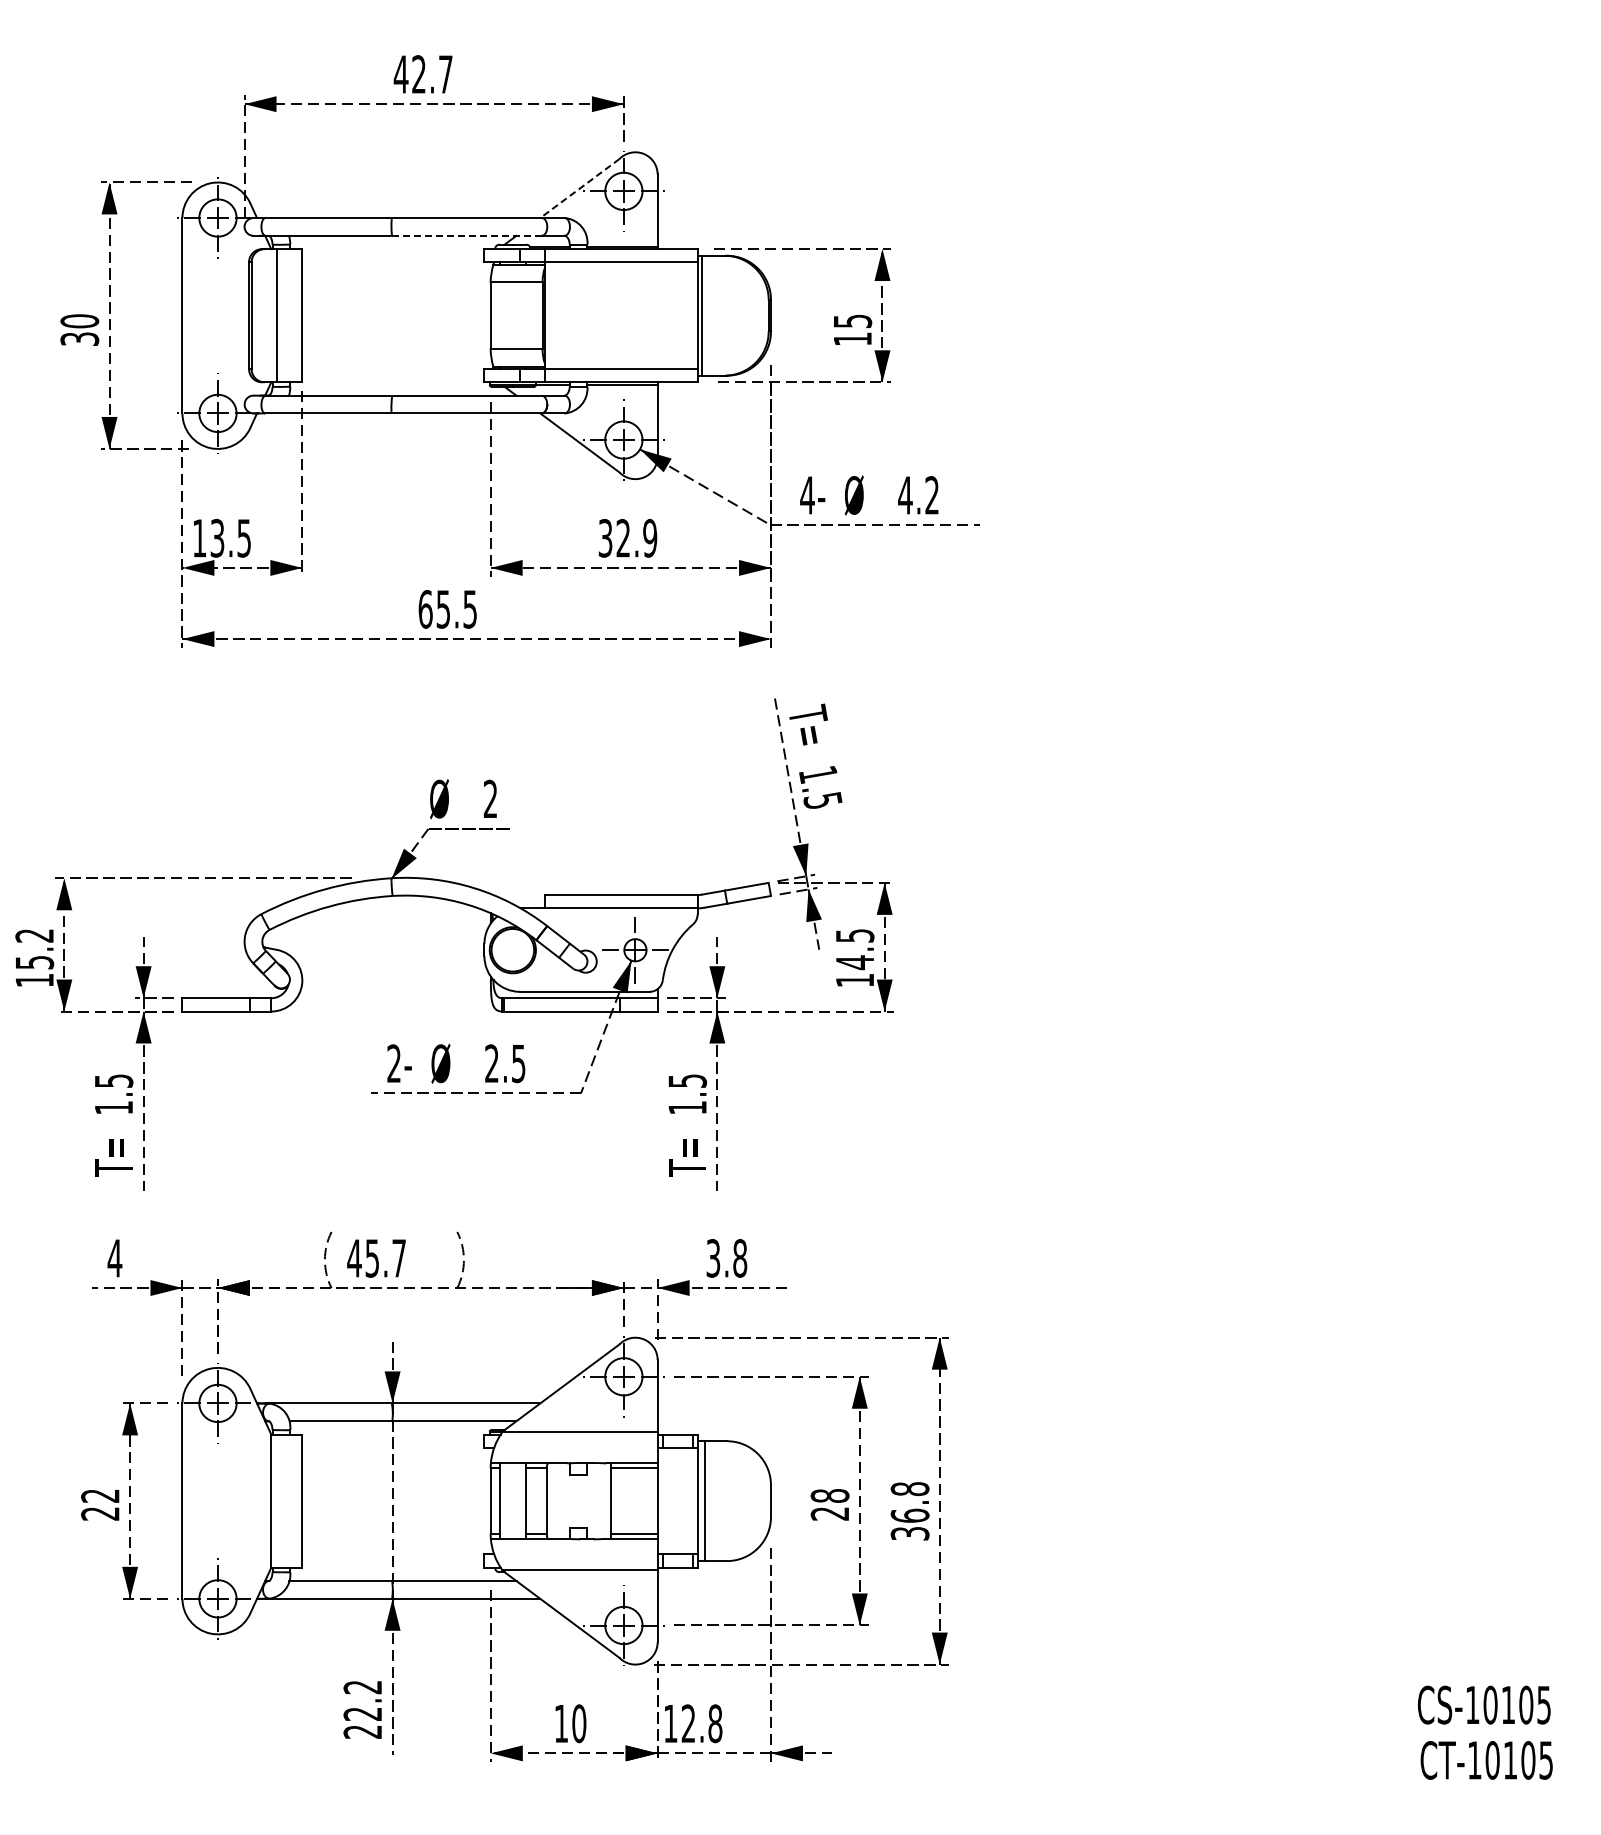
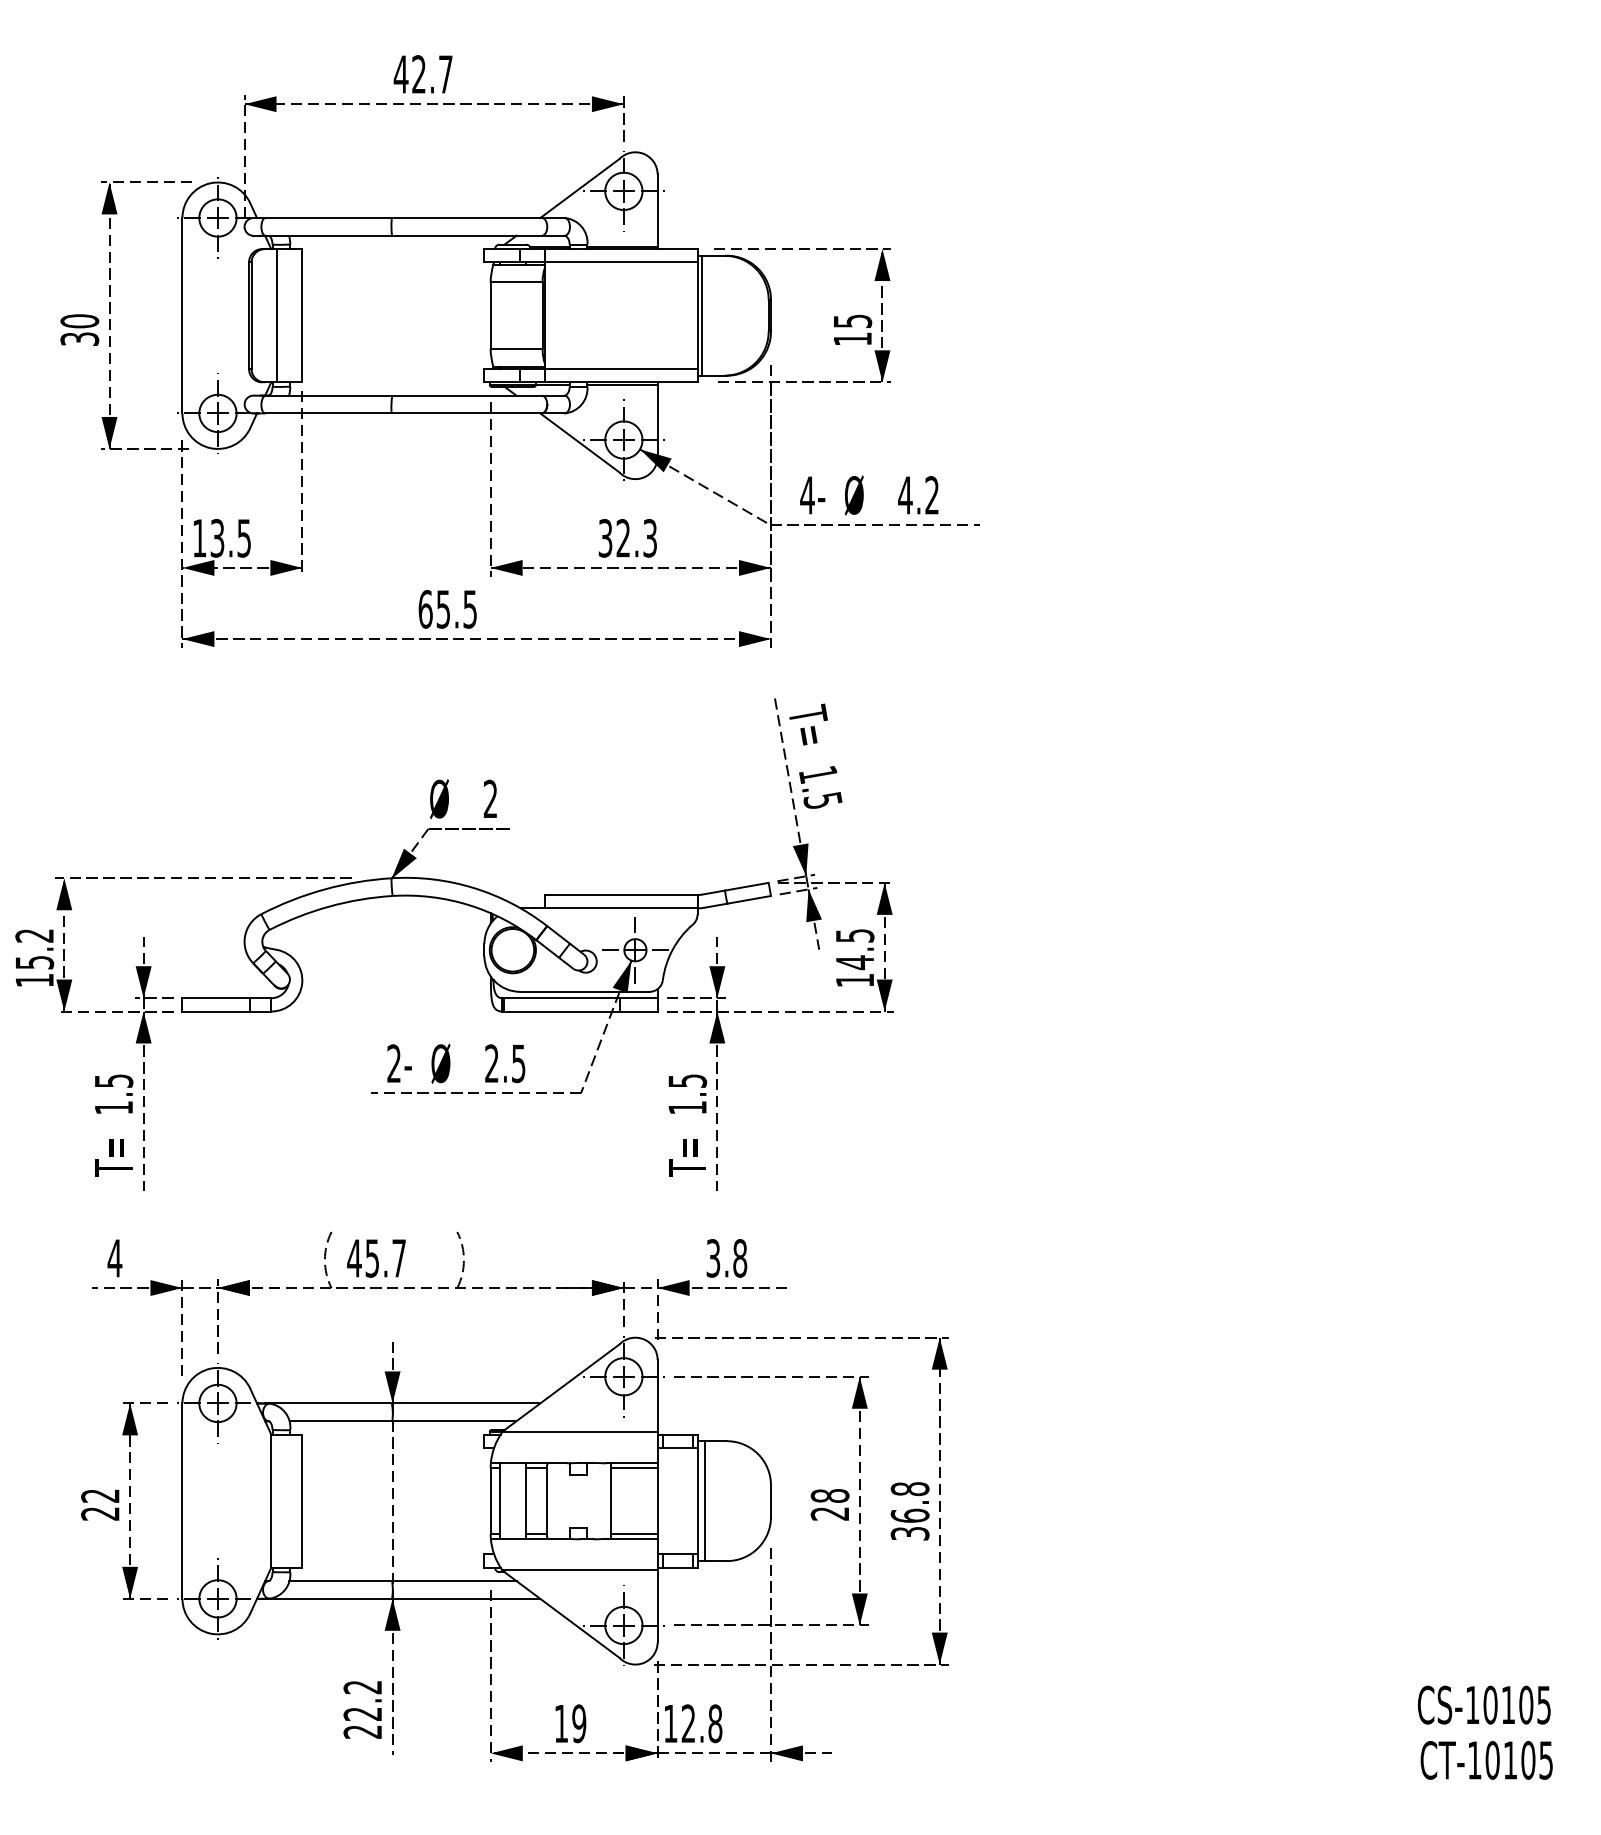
line at (579, 188): dashed -> solid
line at (466, 235): dashed -> solid
text at (650, 538): 32.9 -> 32.3
text at (579, 1723): 10 -> 19
